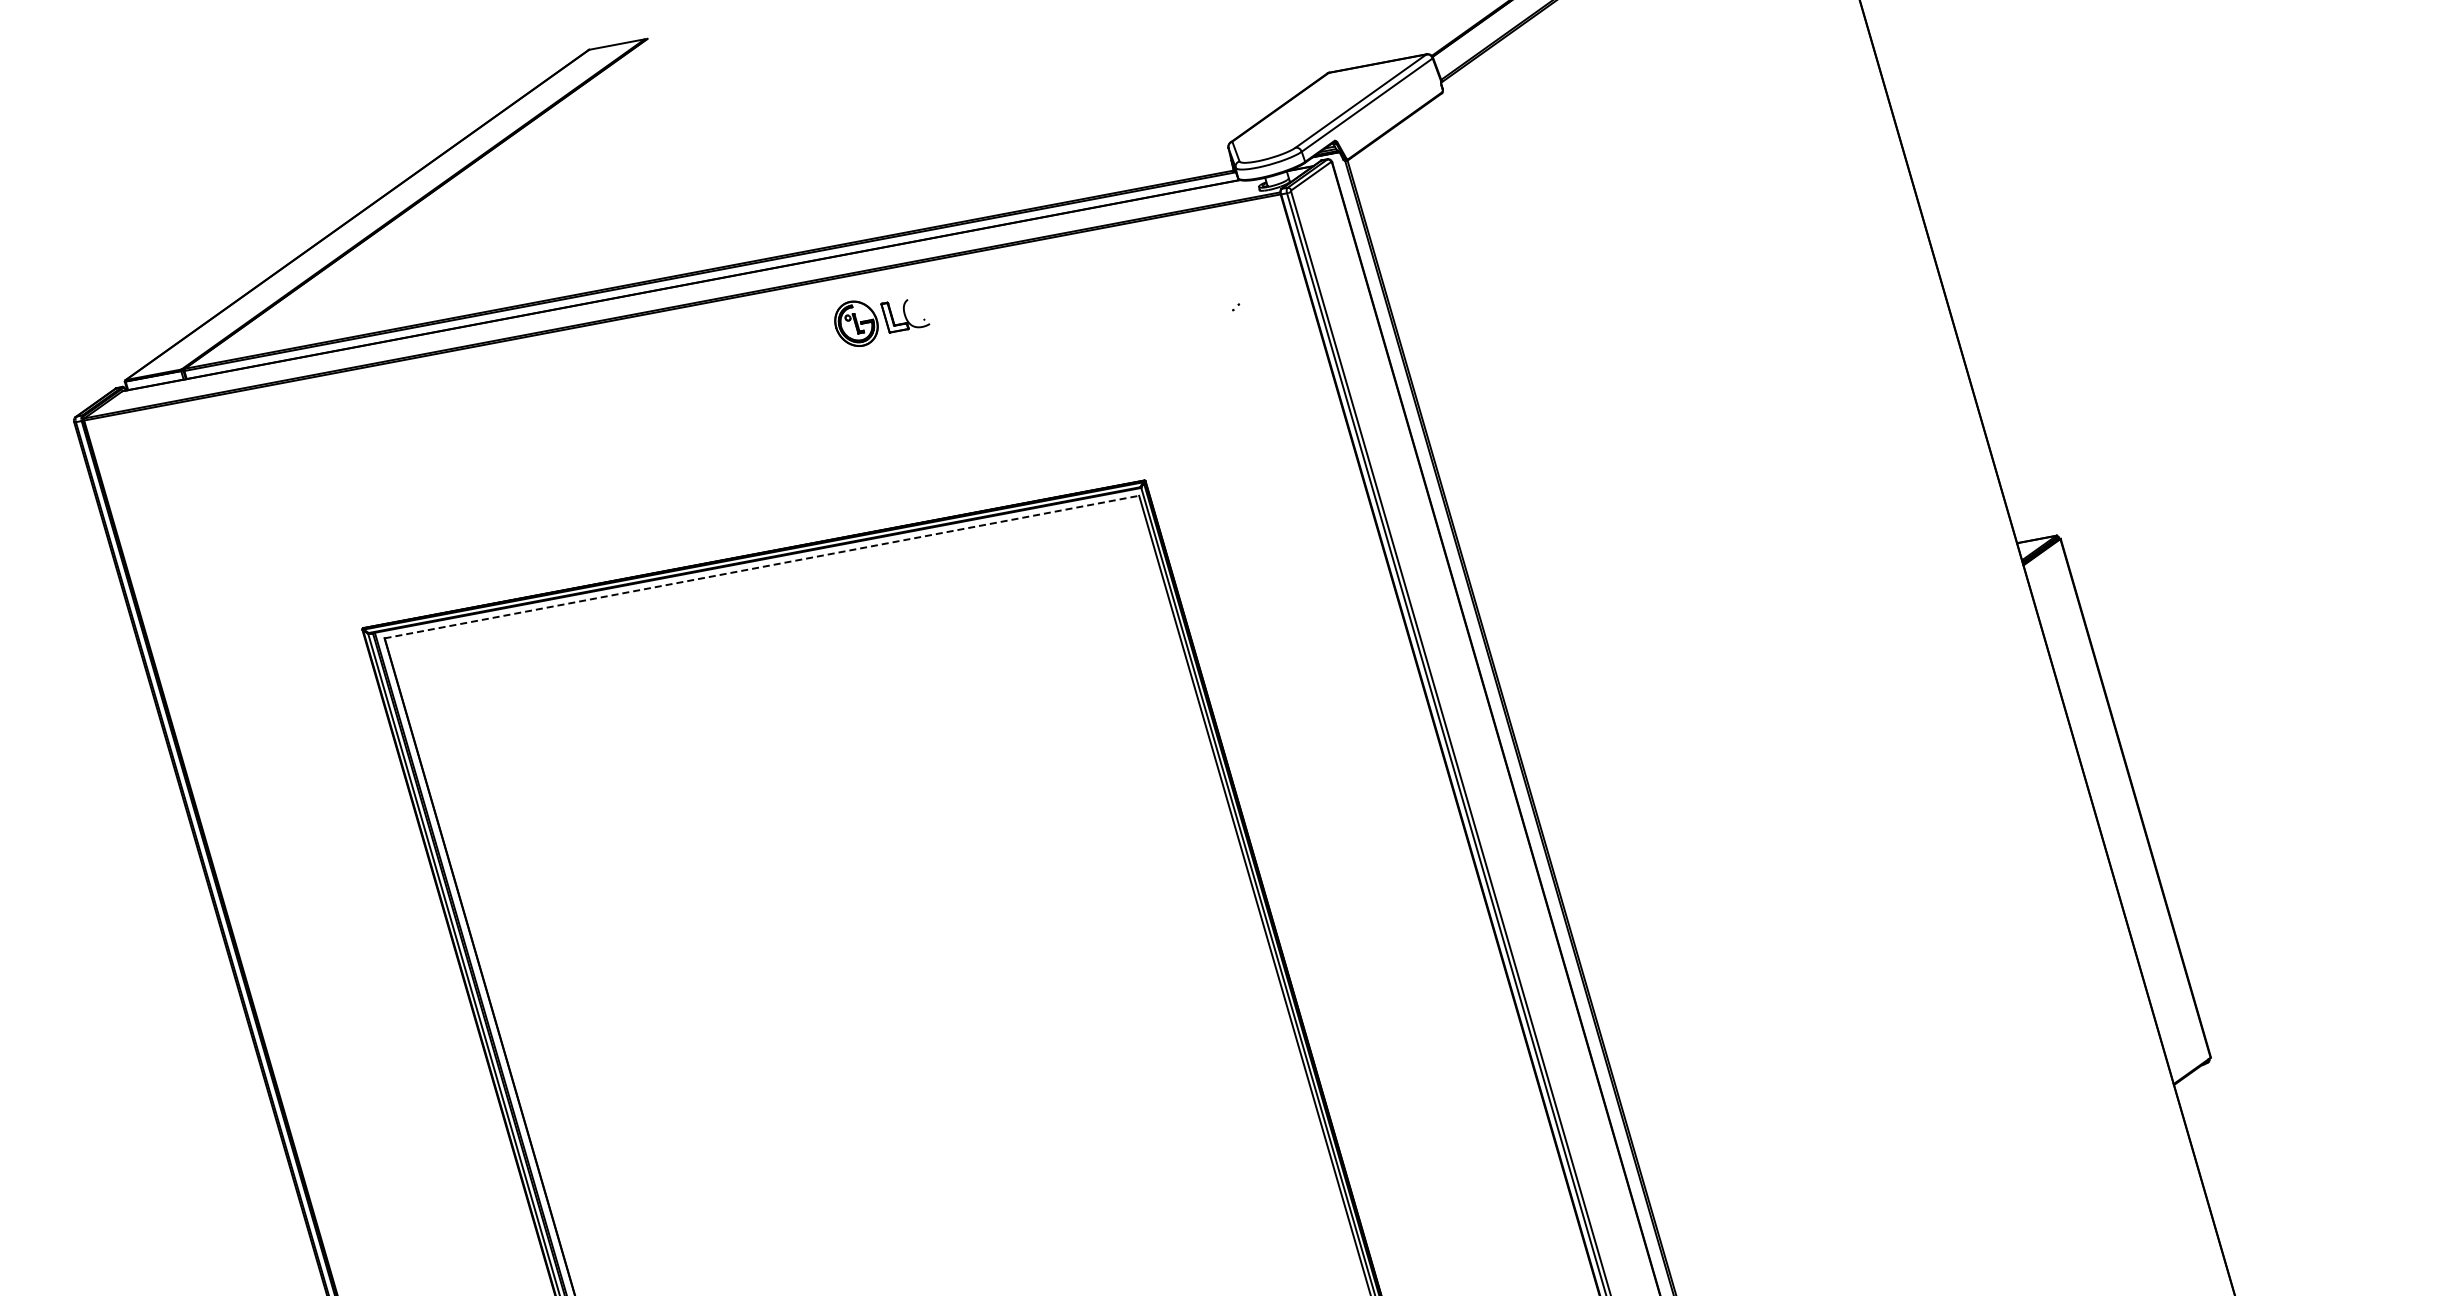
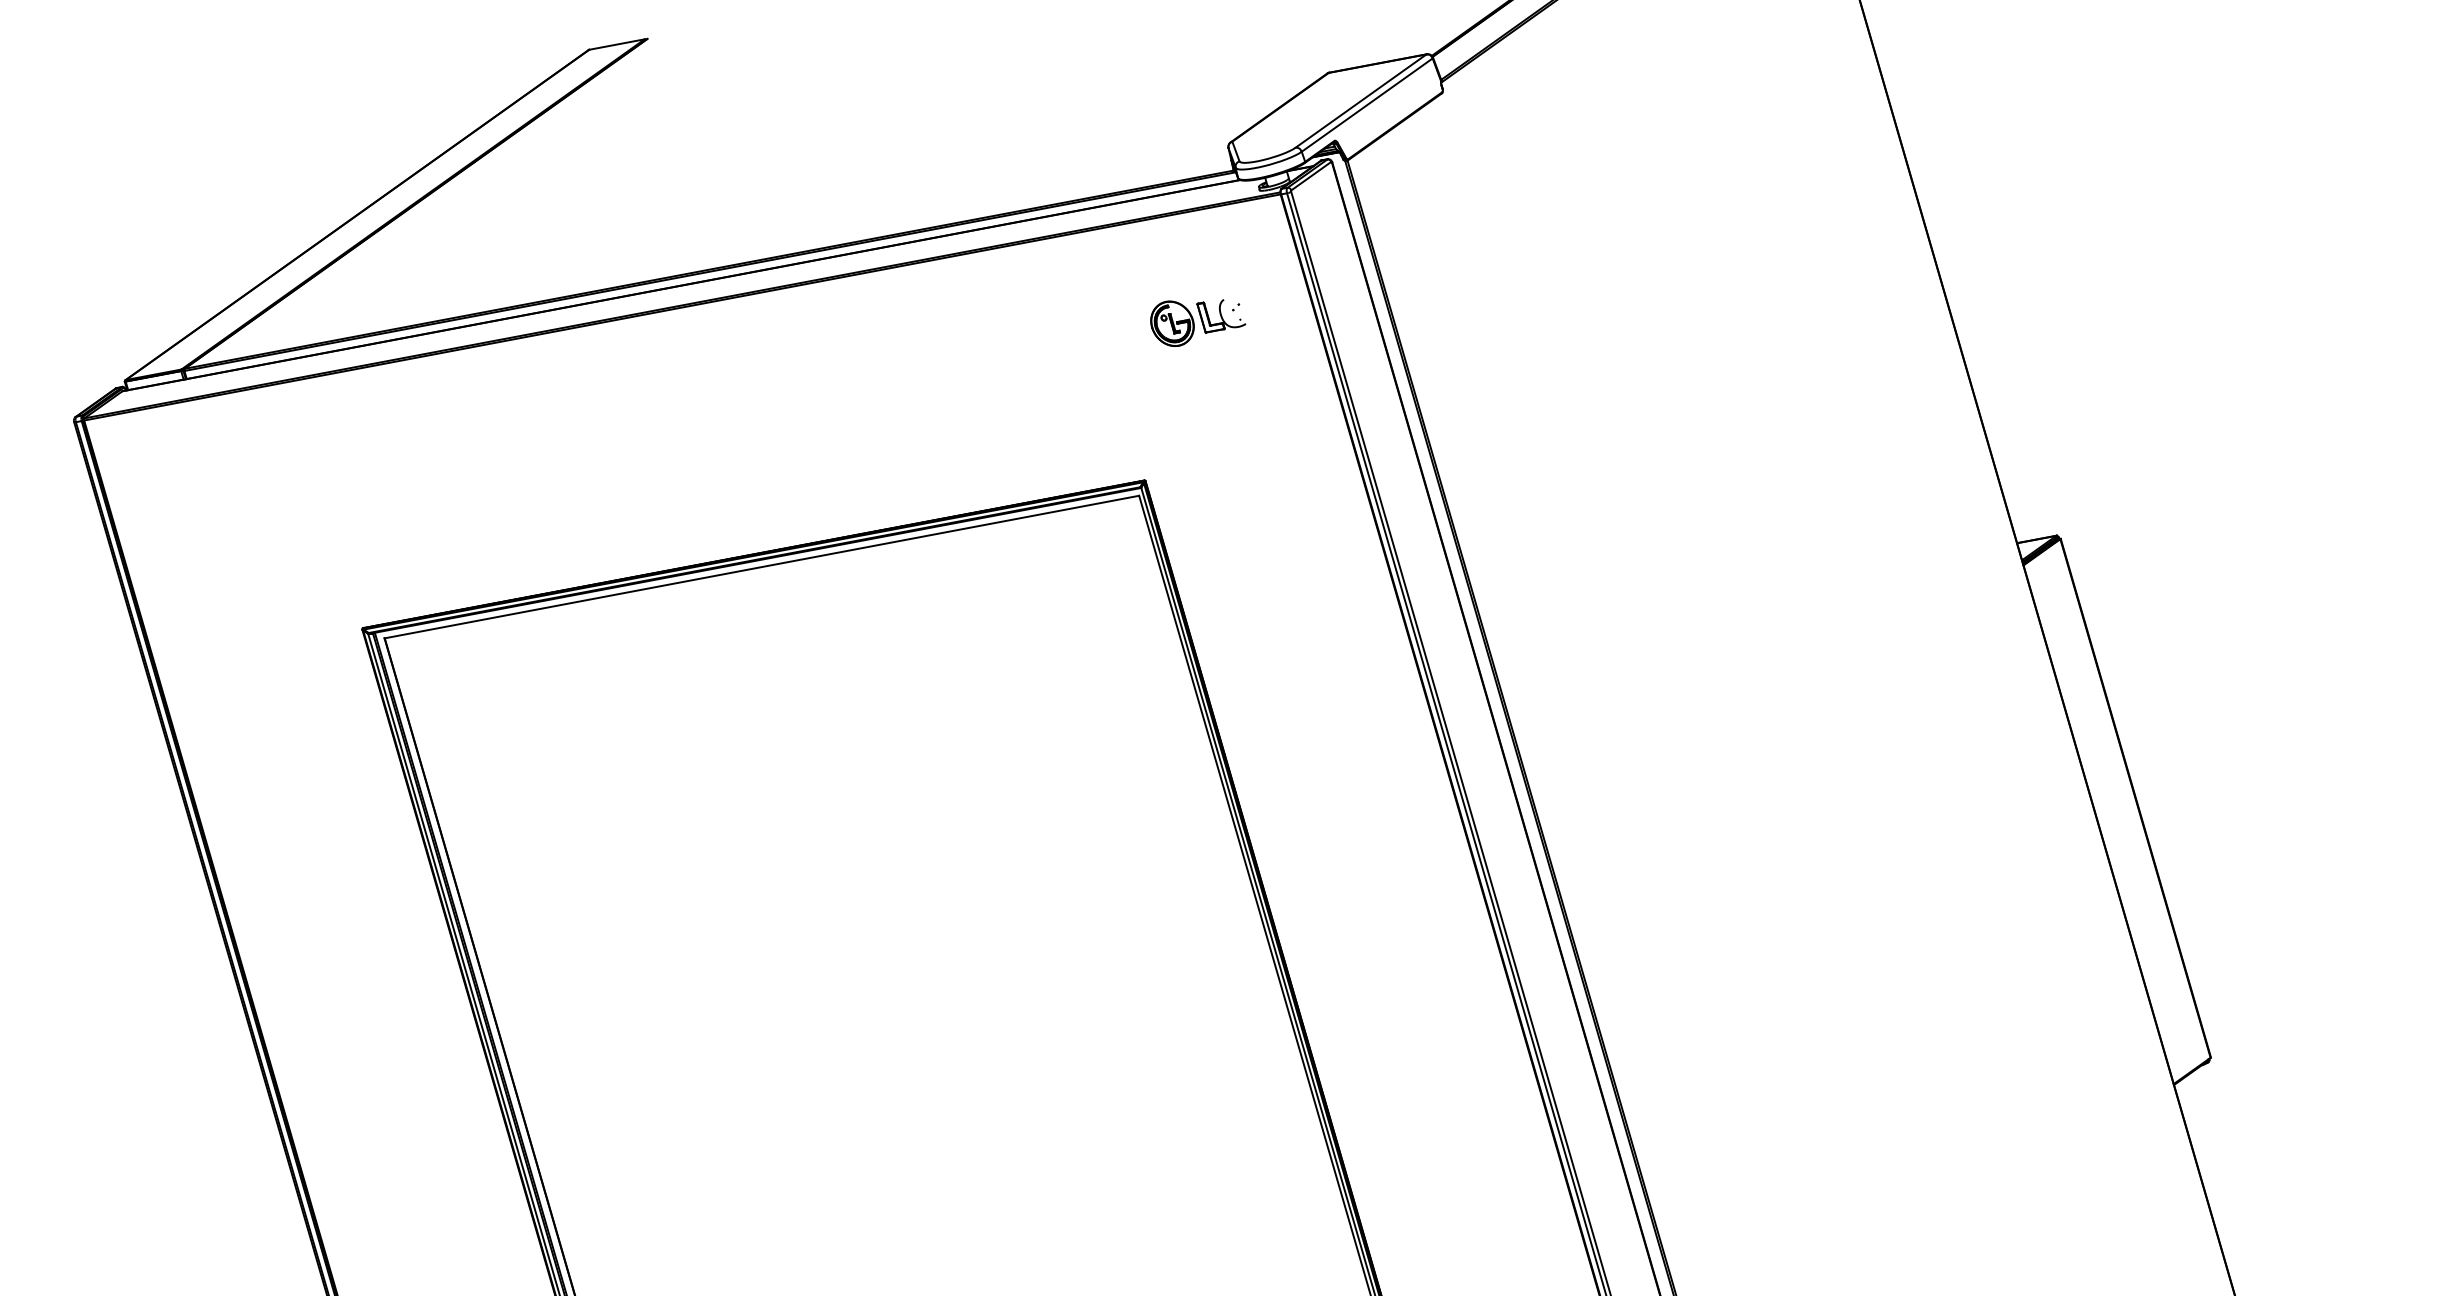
part at (882, 322) position: (882, 322) -> (1198, 322)
line at (761, 567): dashed -> solid
